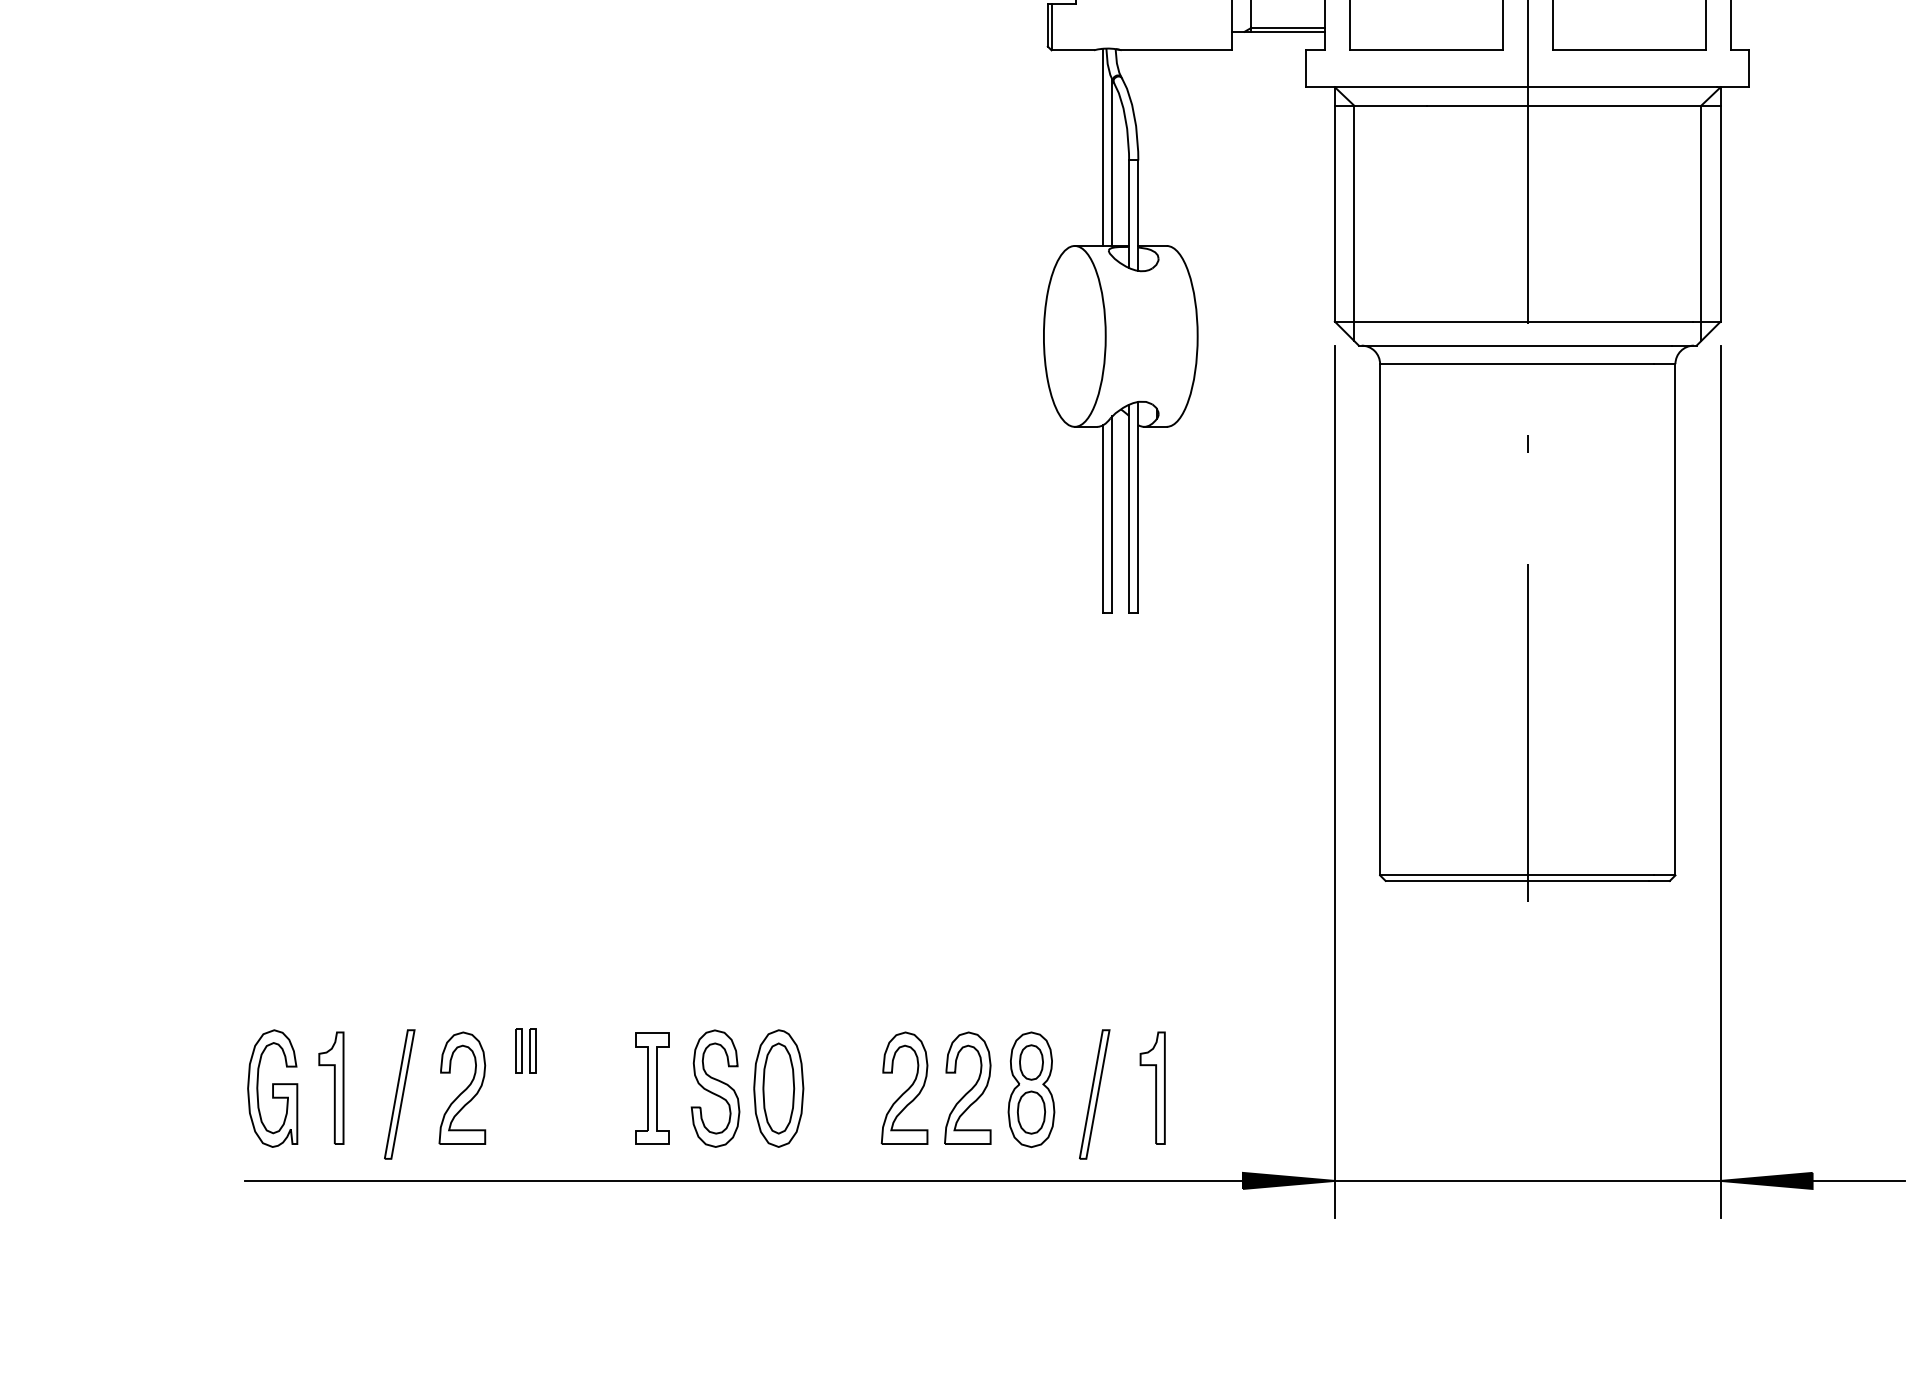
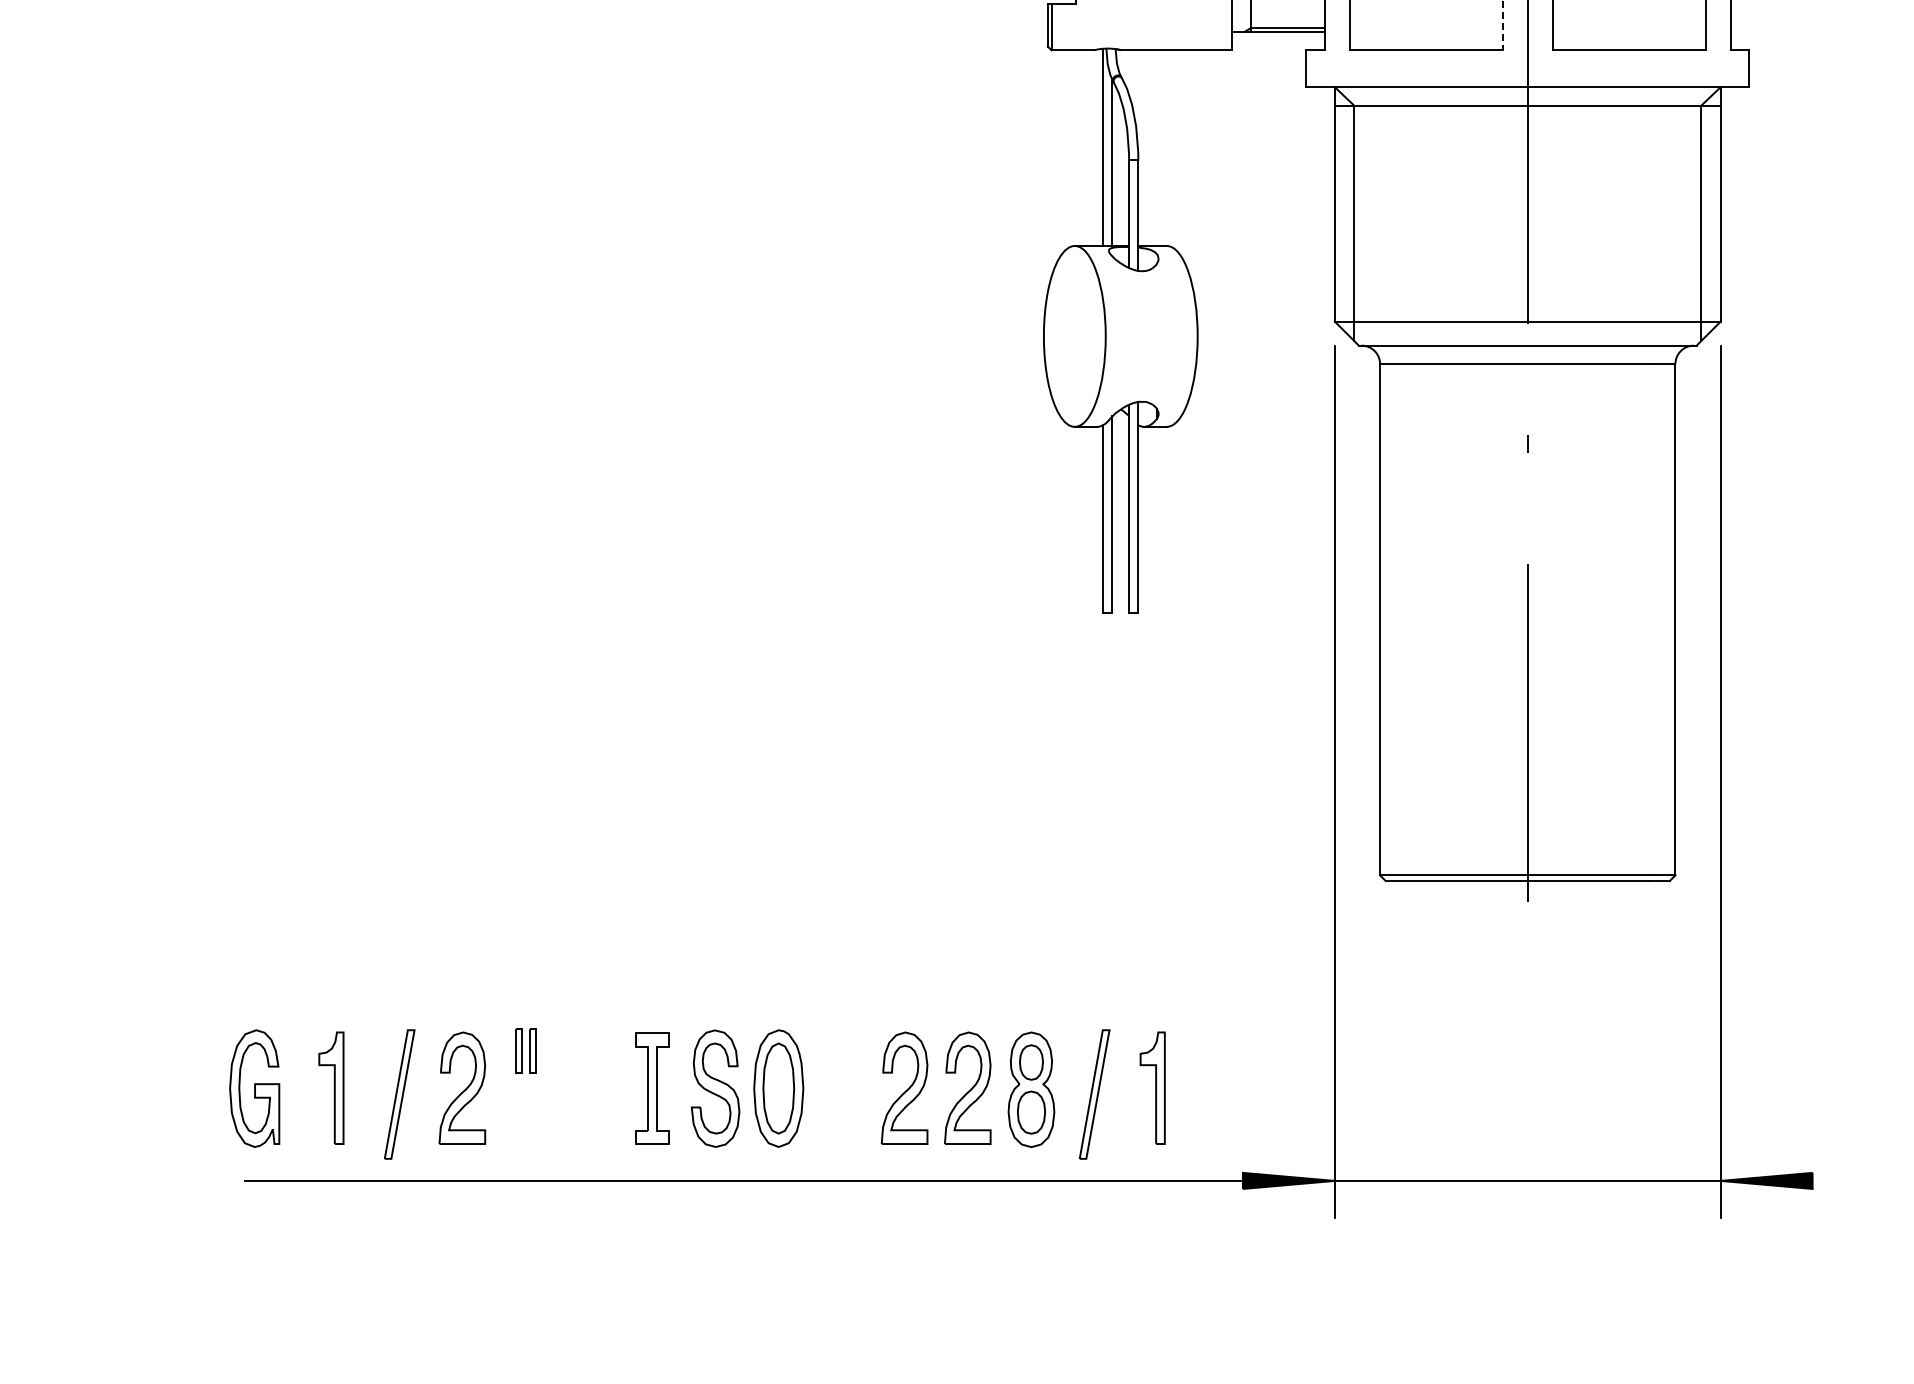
line at (1502, 25): solid -> dashed
part at (272, 1088) position: (272, 1088) -> (254, 1088)
line at (1858, 1180): present -> none
